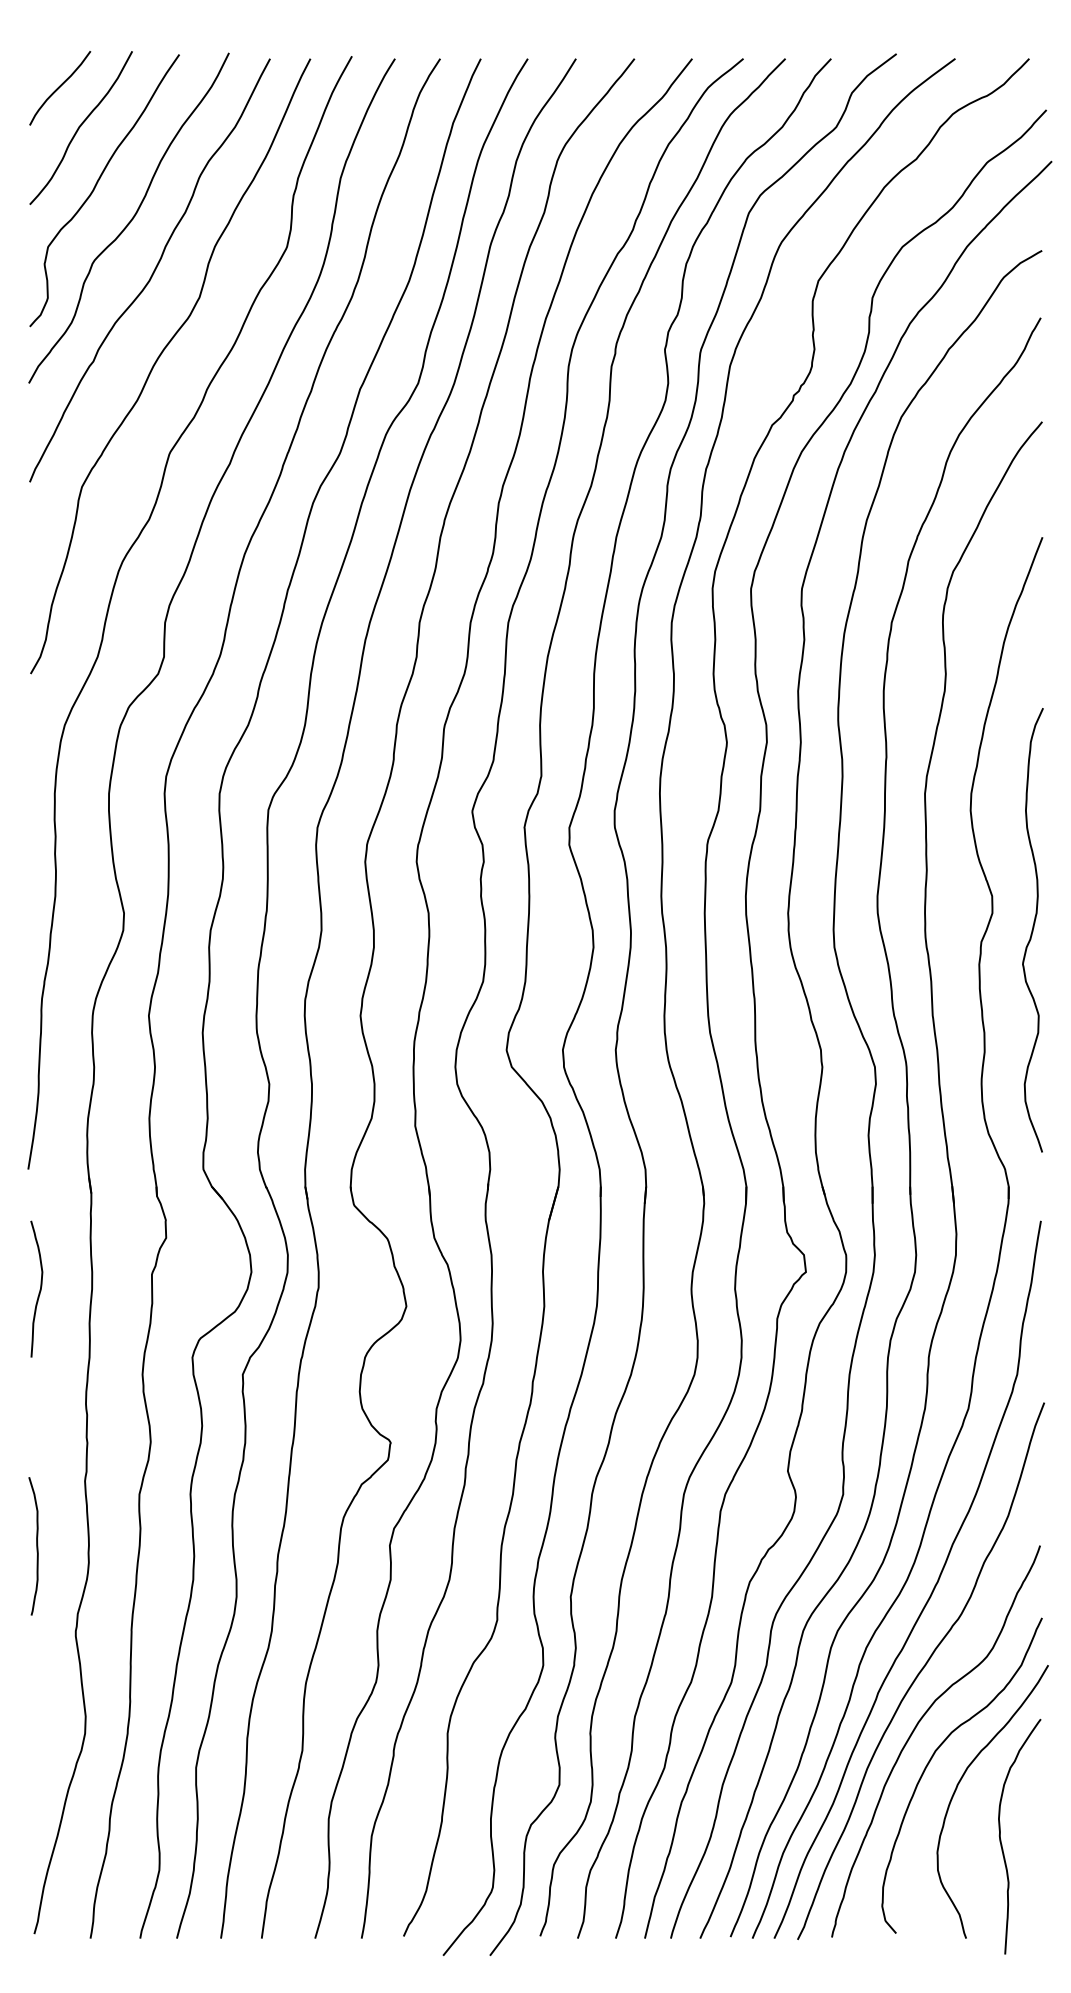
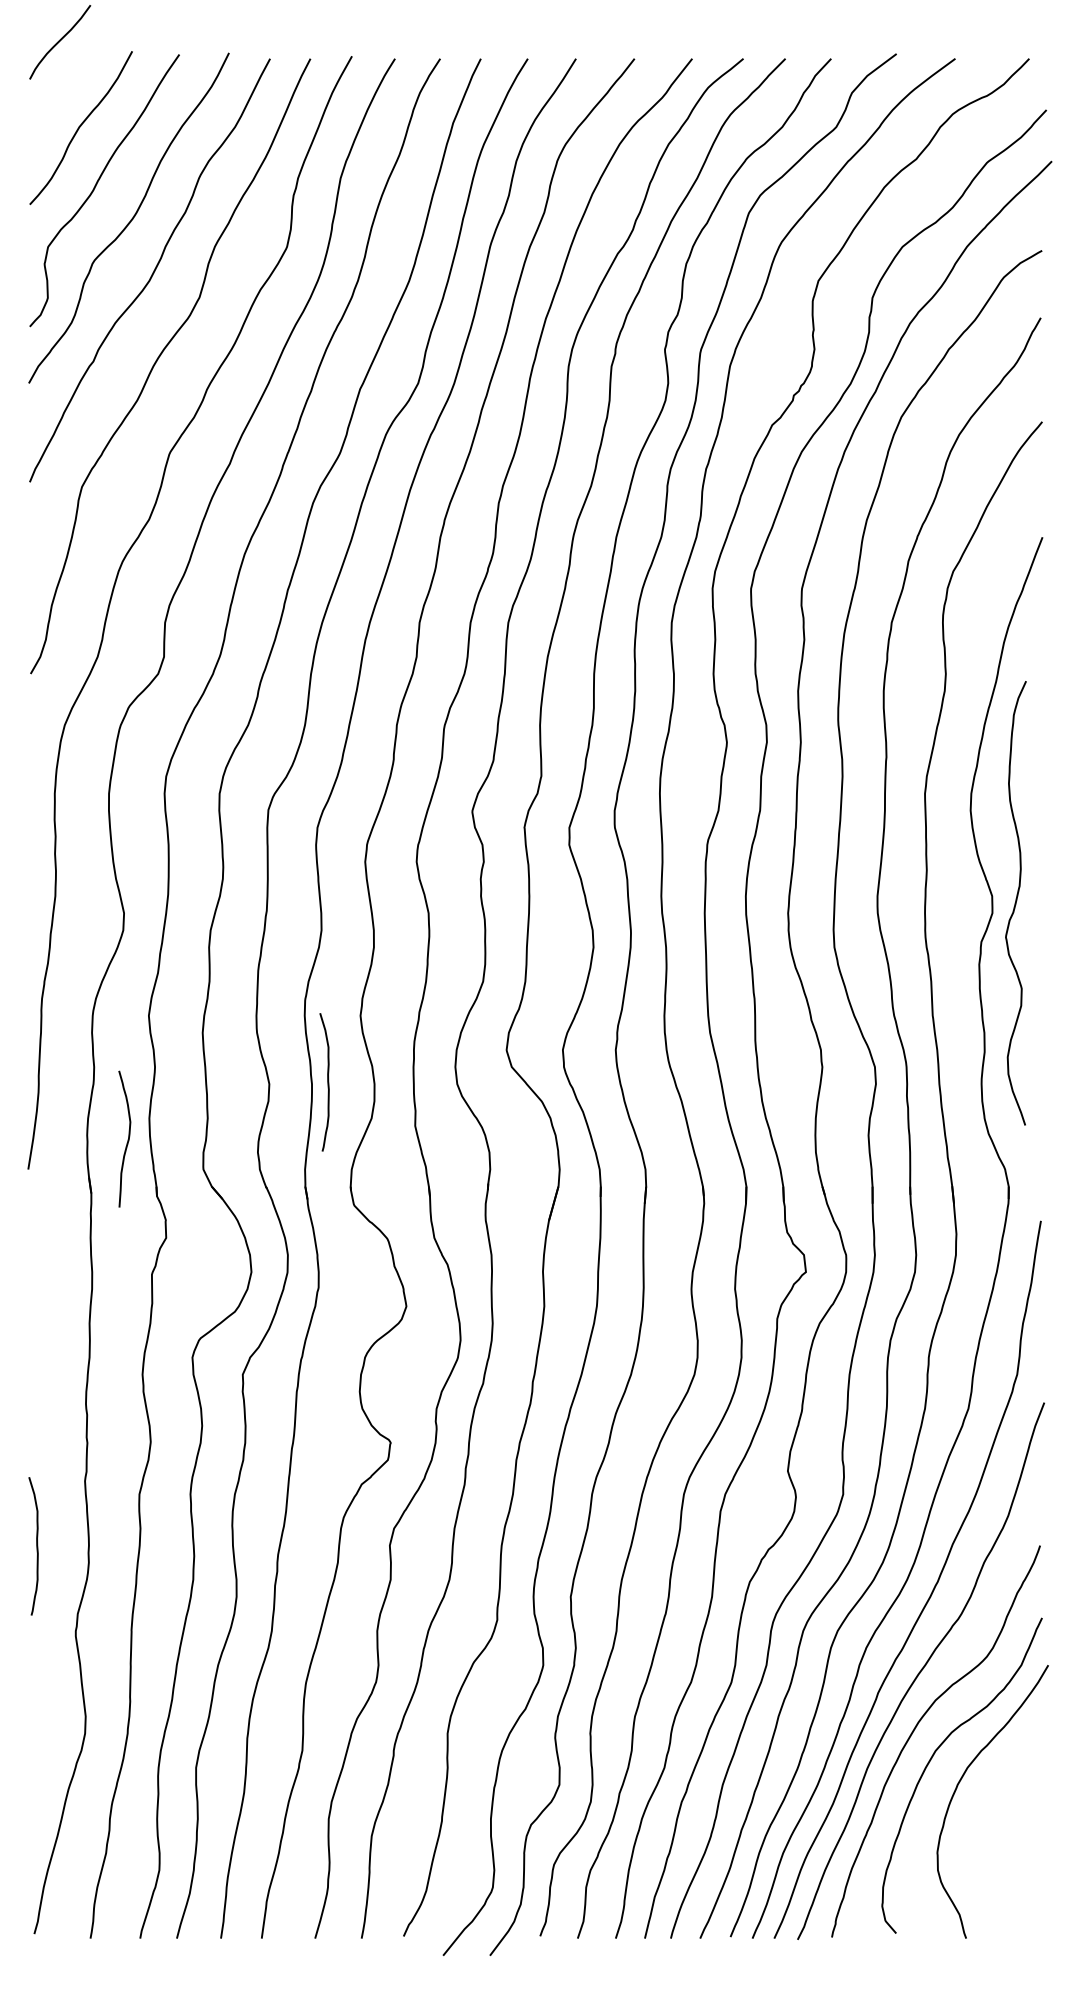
curve at (60, 87) position: (60, 87) -> (60, 41)
curve at (1032, 930) position: (1032, 930) -> (1015, 903)
curve at (327, 1082): none -> present
curve at (39, 1289) position: (39, 1289) -> (127, 1139)
curve at (1001, 1839): present -> none
